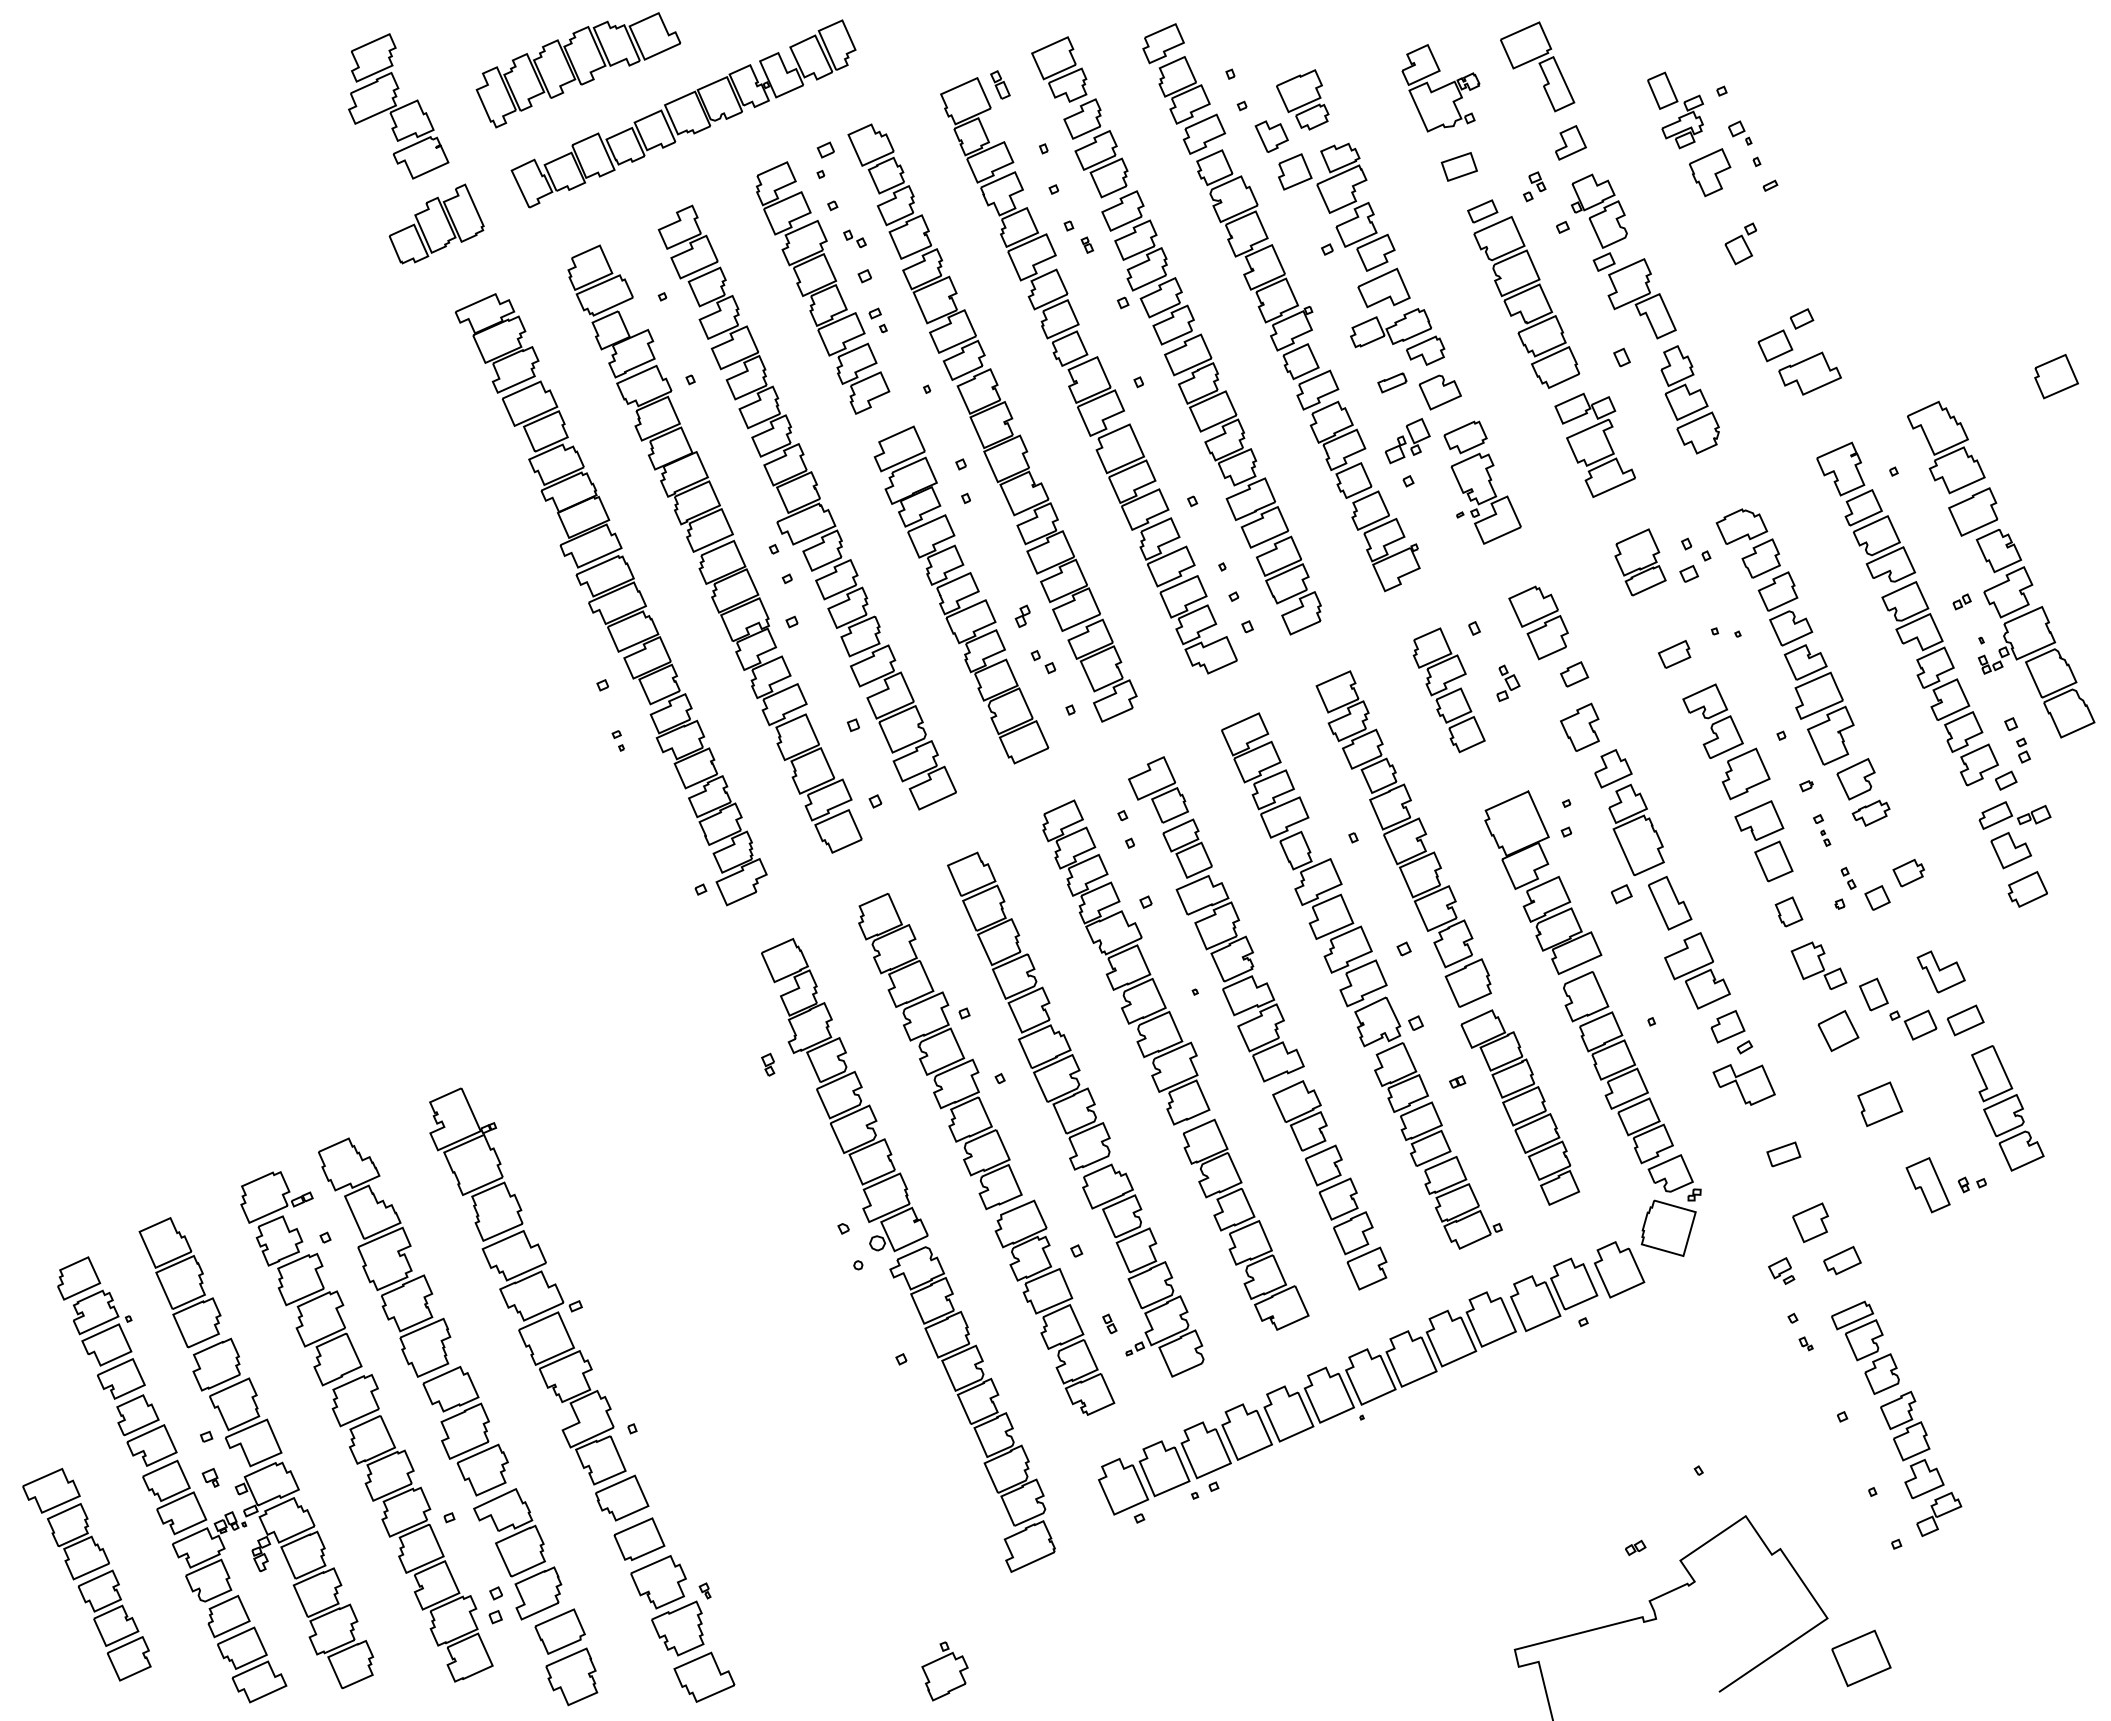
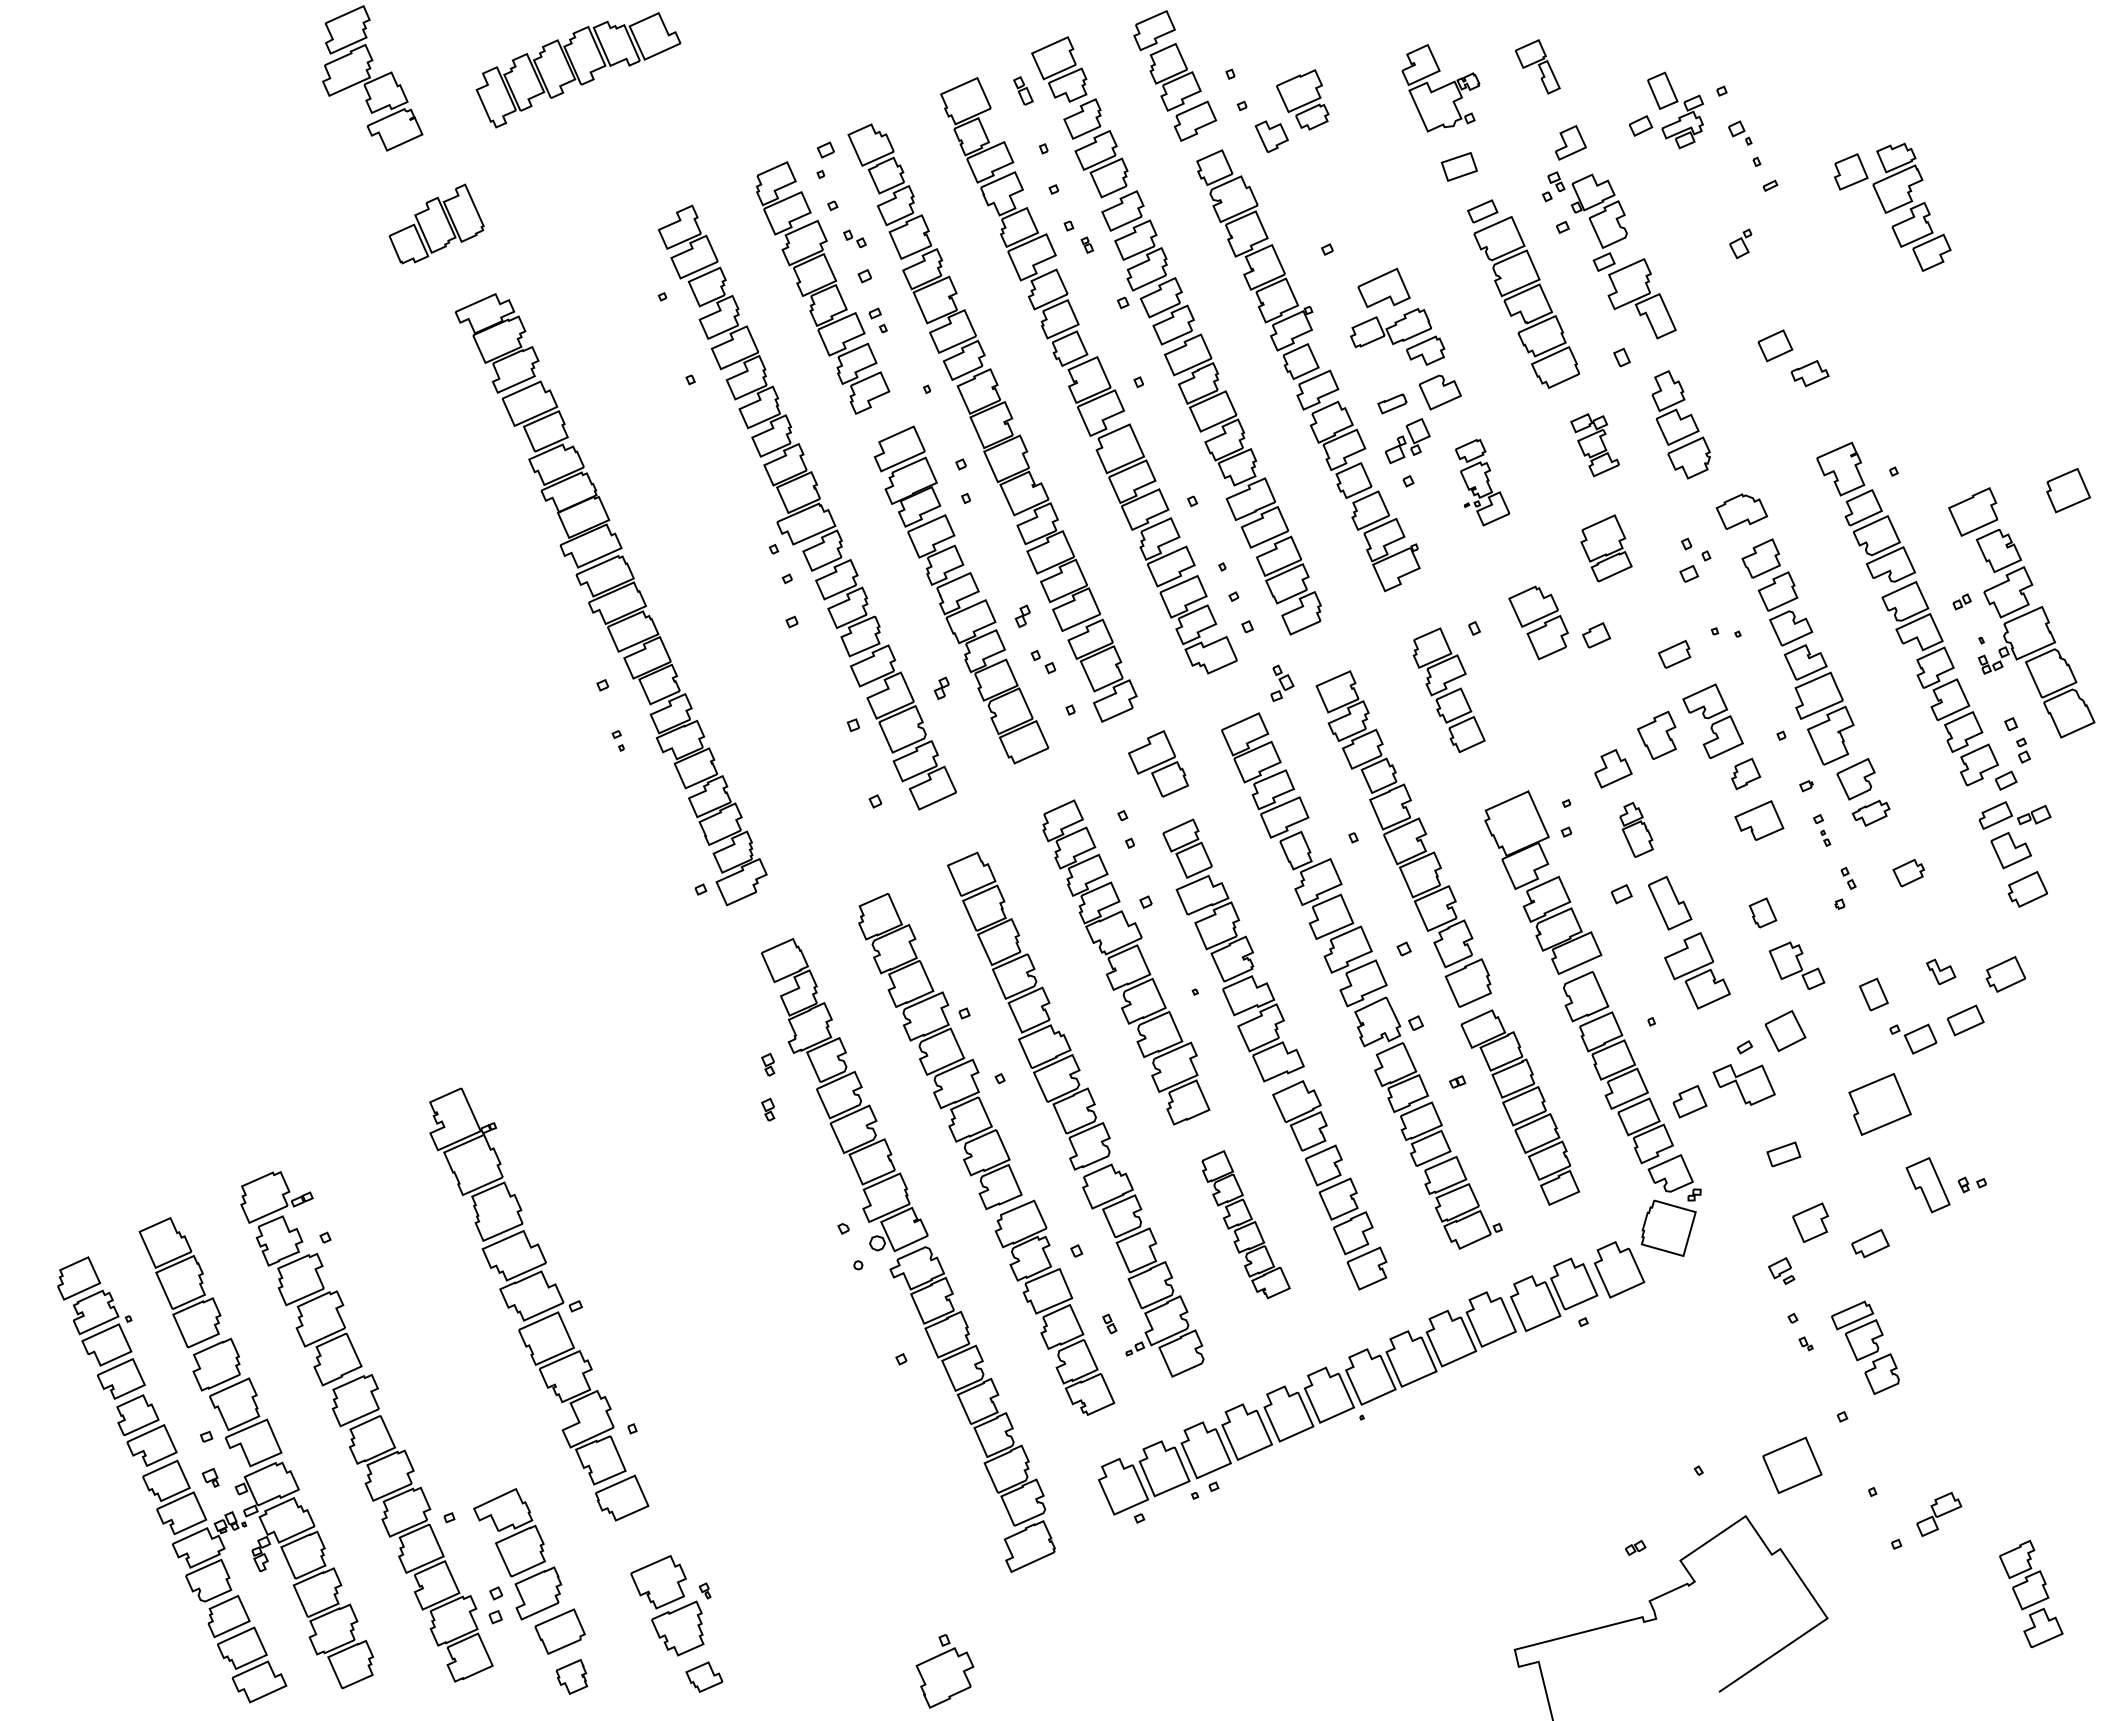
part at (1537, 66) size: 76x92 px -> 46x56 px
part at (1000, 84) position: (1000, 84) -> (1023, 90)
part at (1184, 88) position: (1184, 88) -> (1175, 75)
part at (398, 106) position: (398, 106) -> (372, 78)
part at (683, 113): present -> none
part at (1710, 172): present -> none
part at (1534, 186) position: (1534, 186) -> (1553, 186)
part at (1336, 206) position: (1336, 206) -> (1892, 206)
part at (1740, 243) size: 33x44 px -> 24x32 px
part at (1801, 318) position: (1801, 318) -> (1640, 125)
part at (1809, 373) size: 64x45 px -> 40x28 px
part at (2056, 376) position: (2056, 376) -> (2068, 490)
part at (1392, 382) position: (1392, 382) -> (1392, 403)
part at (1689, 399) position: (1689, 399) -> (1680, 424)
part at (1594, 444) size: 82x106 px -> 50x65 px
part at (1946, 447): present -> none
part at (1482, 482) size: 79x125 px -> 56x88 px
part at (1741, 526) position: (1741, 526) -> (1741, 511)
part at (714, 548): present -> none
part at (1640, 562) position: (1640, 562) -> (1606, 548)
part at (1574, 674) position: (1574, 674) -> (1596, 635)
part at (1508, 682) position: (1508, 682) -> (1282, 682)
part at (941, 688): none -> present
part at (1579, 726) position: (1579, 726) -> (1656, 734)
part at (1745, 773) size: 50x54 px -> 31x34 px
part at (1158, 789) position: (1158, 789) -> (1158, 763)
part at (1636, 829) size: 57x94 px -> 35x57 px
part at (1773, 861): present -> none
part at (1877, 897): present -> none
part at (1788, 911) position: (1788, 911) -> (1762, 912)
part at (1818, 965) position: (1818, 965) -> (1796, 965)
part at (1940, 971) size: 50x44 px -> 31x28 px
part at (2005, 974): none -> present
part at (1913, 1024) position: (1913, 1024) -> (1913, 1038)
part at (1727, 1026) position: (1727, 1026) -> (1689, 1101)
part at (1838, 1031) position: (1838, 1031) -> (1785, 1031)
part at (1880, 1103) size: 47x46 px -> 64x63 px
part at (2007, 1108): present -> none
part at (768, 1109): none -> present
part at (1245, 1224) size: 128x213 px -> 90x150 px
part at (1842, 1260) position: (1842, 1260) -> (1870, 1243)
part at (413, 1316): present -> none
part at (1912, 1444) position: (1912, 1444) -> (2031, 1593)
part at (639, 1539): present -> none
part at (86, 1574): present -> none
part at (1861, 1658) position: (1861, 1658) -> (1792, 1465)
part at (944, 1671) size: 48x61 px -> 60x75 px
part at (571, 1676) size: 54x60 px -> 34x36 px
part at (704, 1676) size: 63x52 px -> 39x32 px
